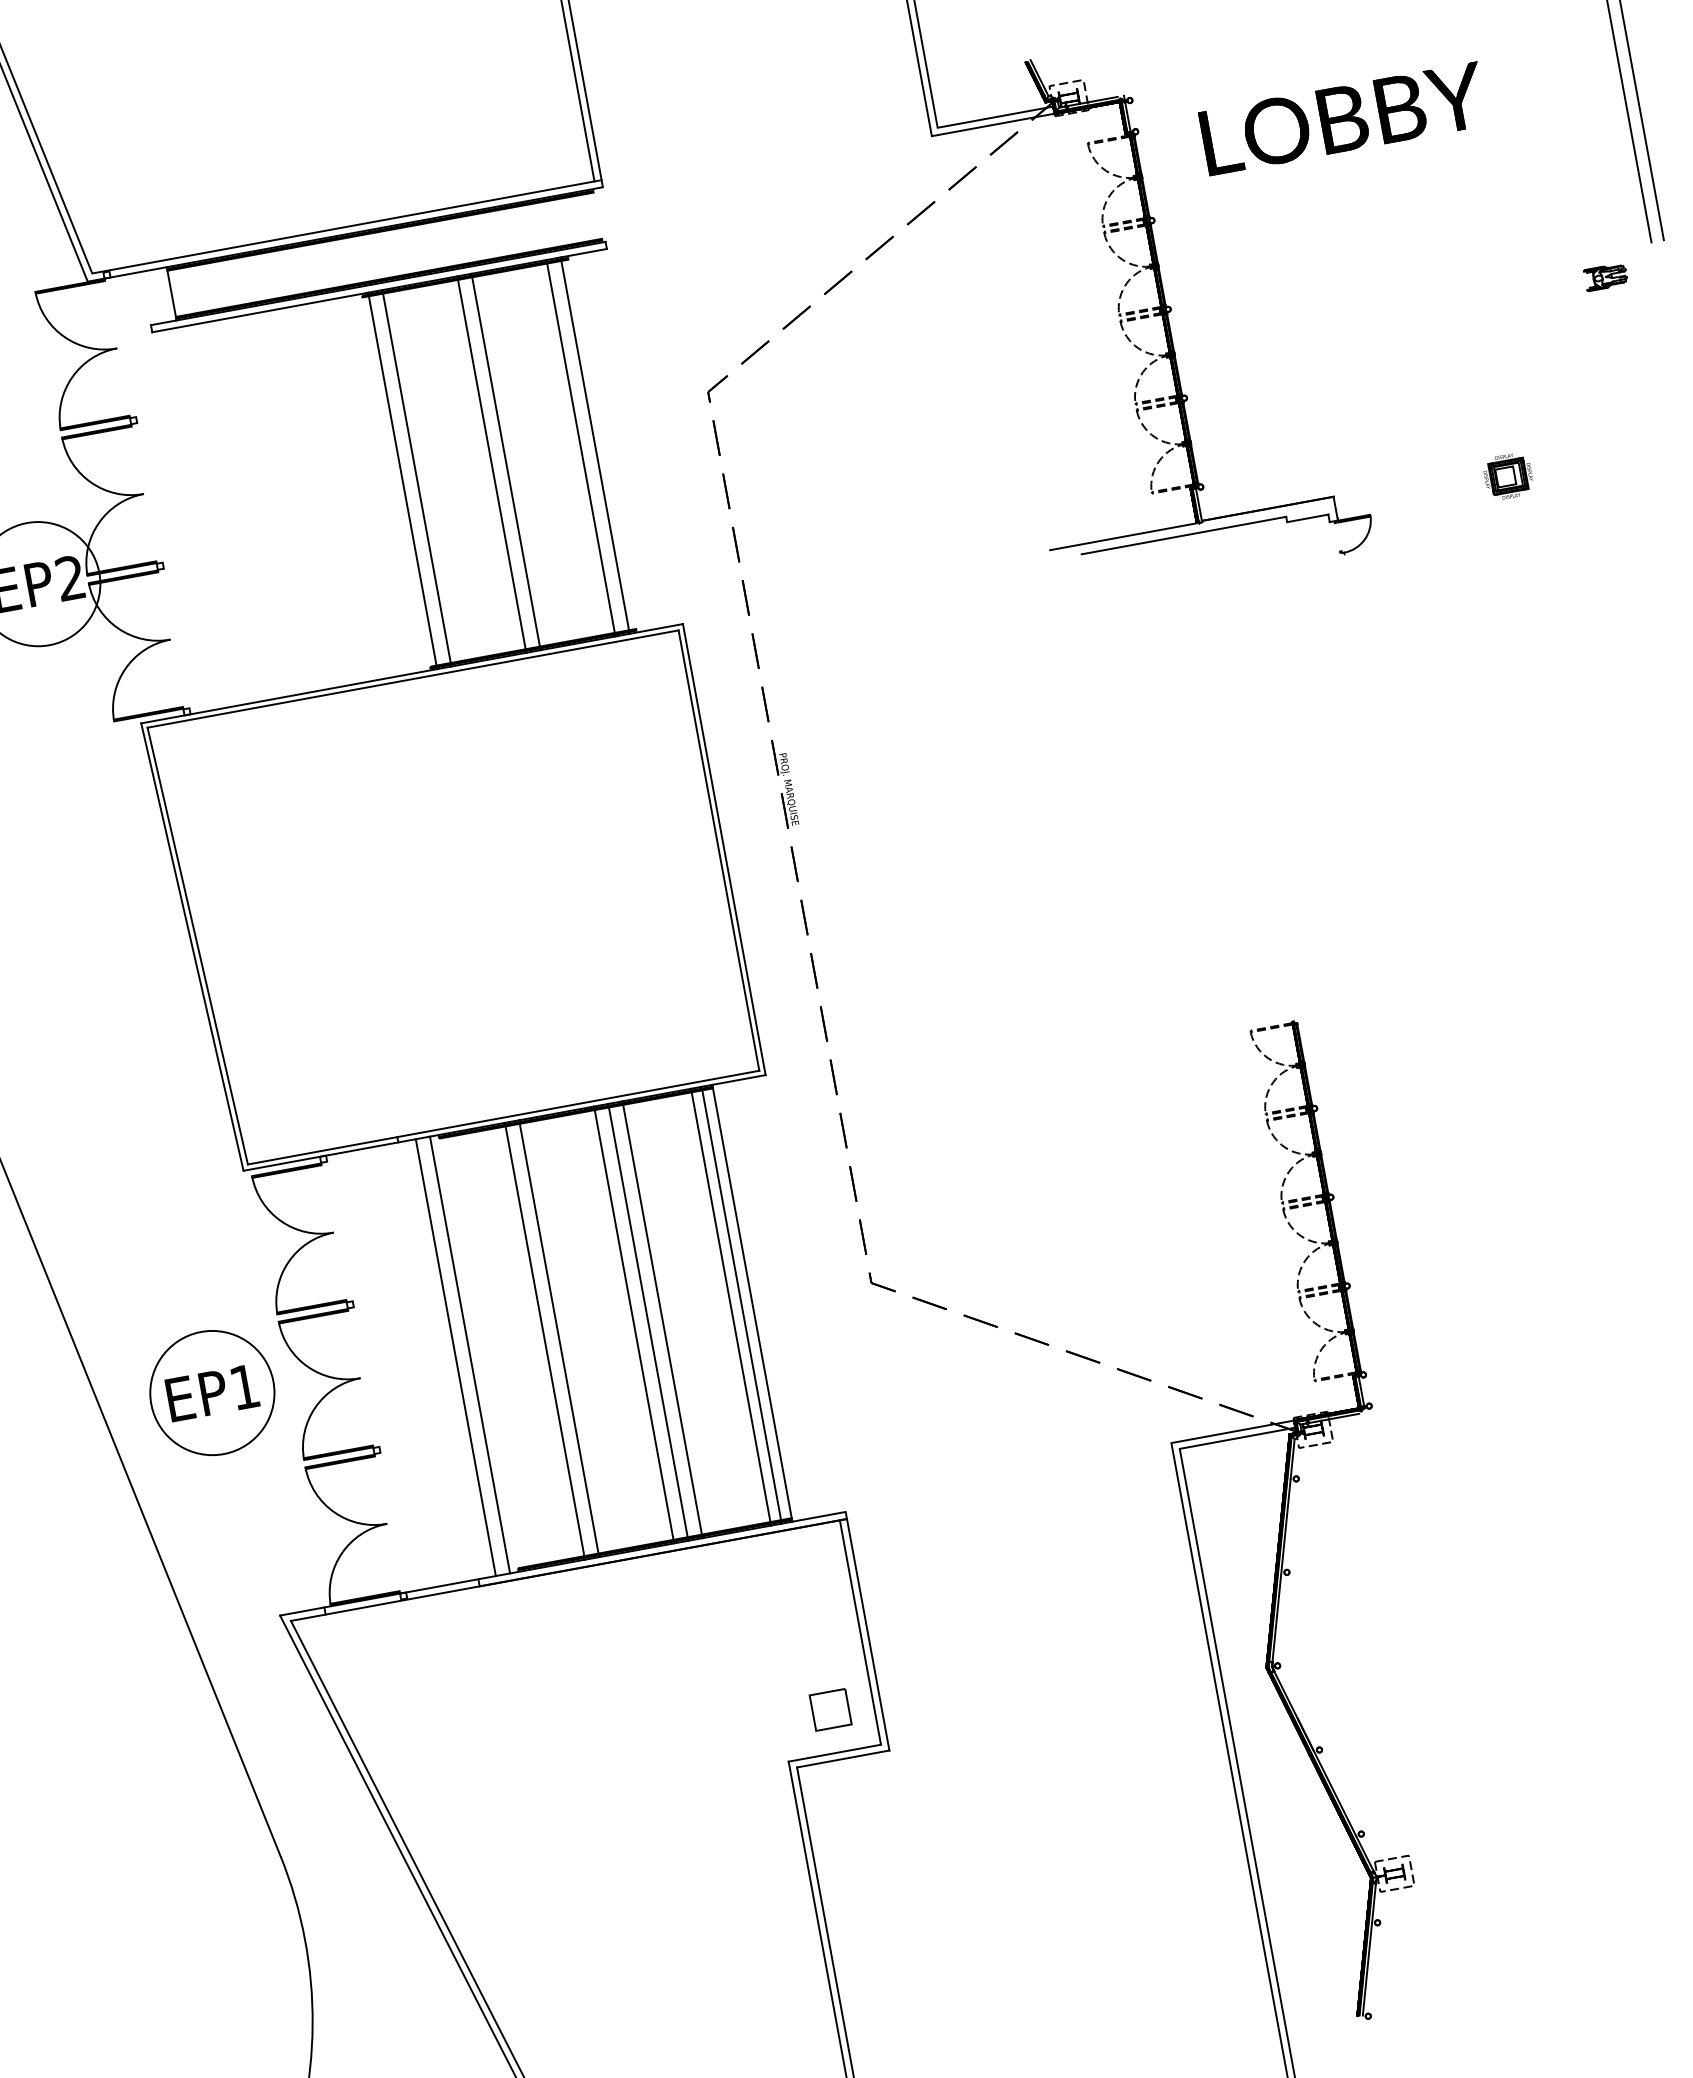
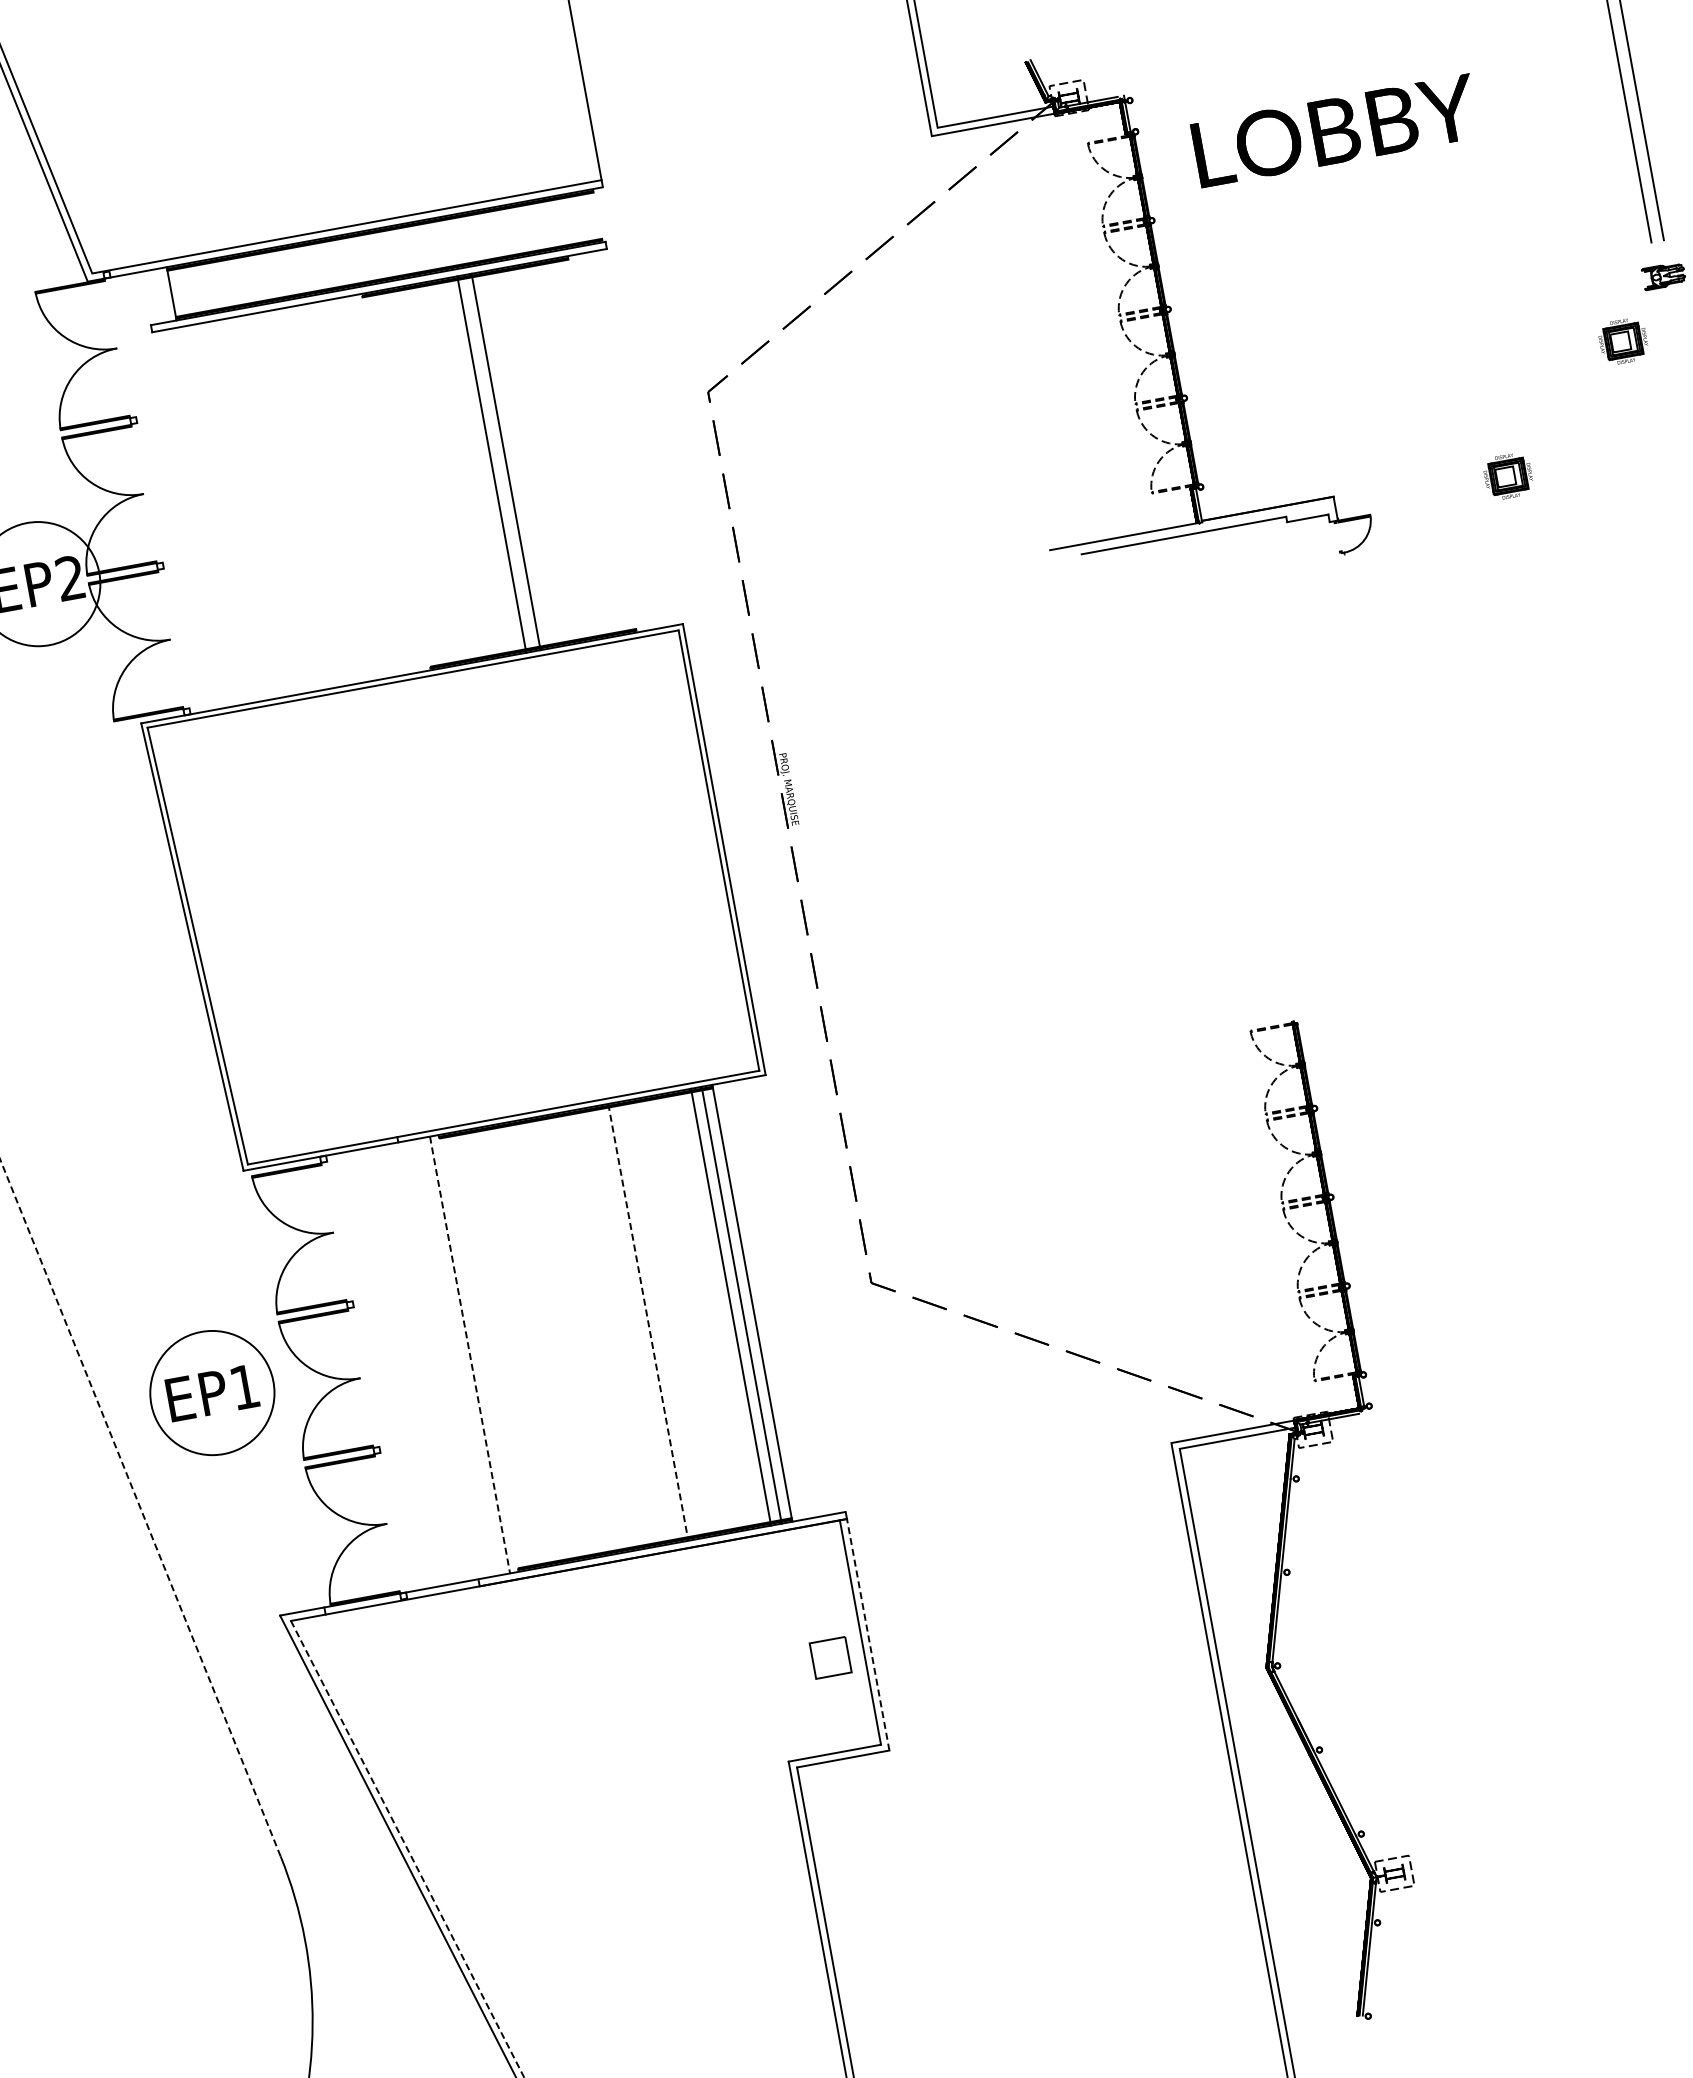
line at (577, 91): present -> none
text at (1337, 118) position: (1337, 118) -> (1329, 130)
part at (1605, 278) position: (1605, 278) -> (1663, 277)
part at (1623, 341): none -> present
line at (594, 445): present -> none
line at (580, 448): present -> none
line at (416, 478): present -> none
line at (402, 480): present -> none
line at (662, 1319): present -> none
line at (648, 1322): solid -> dashed
line at (634, 1324): present -> none
line at (559, 1338): present -> none
line at (544, 1340): present -> none
line at (470, 1355): solid -> dashed
line at (455, 1357): present -> none
line at (140, 1507): solid -> dashed
line at (868, 1634): solid -> dashed
part at (830, 1709) position: (830, 1709) -> (830, 1657)
line at (407, 1849): solid -> dashed
